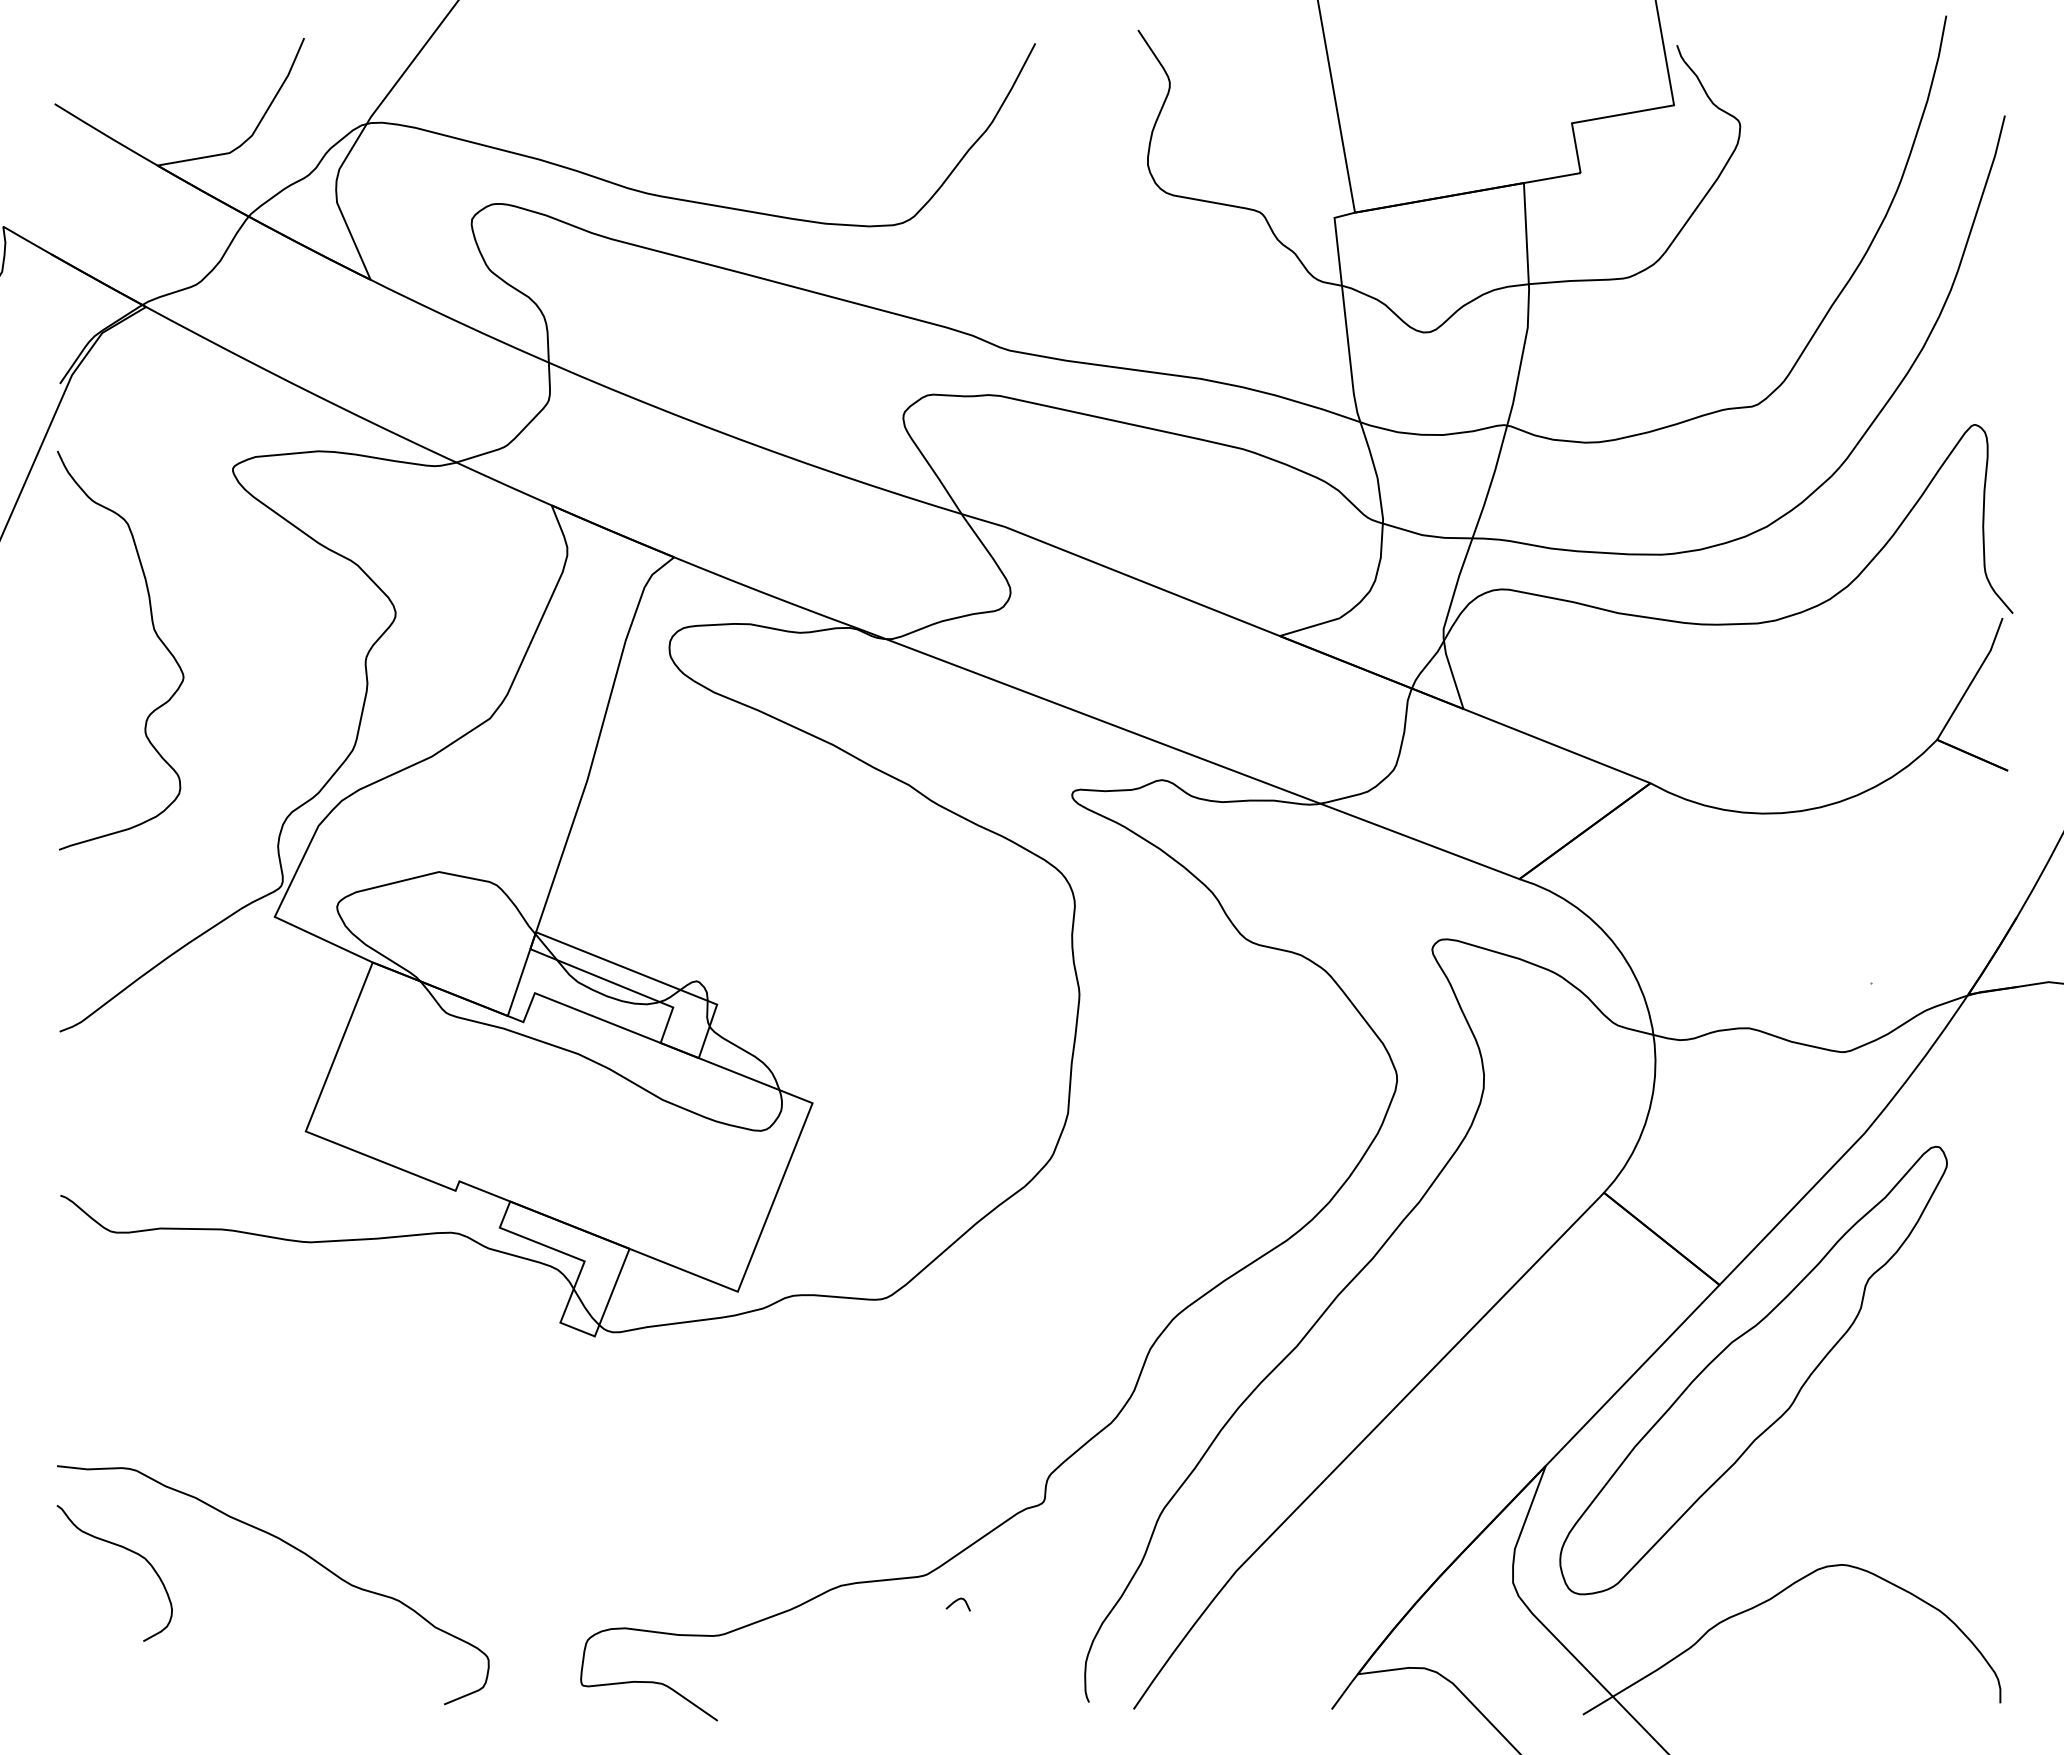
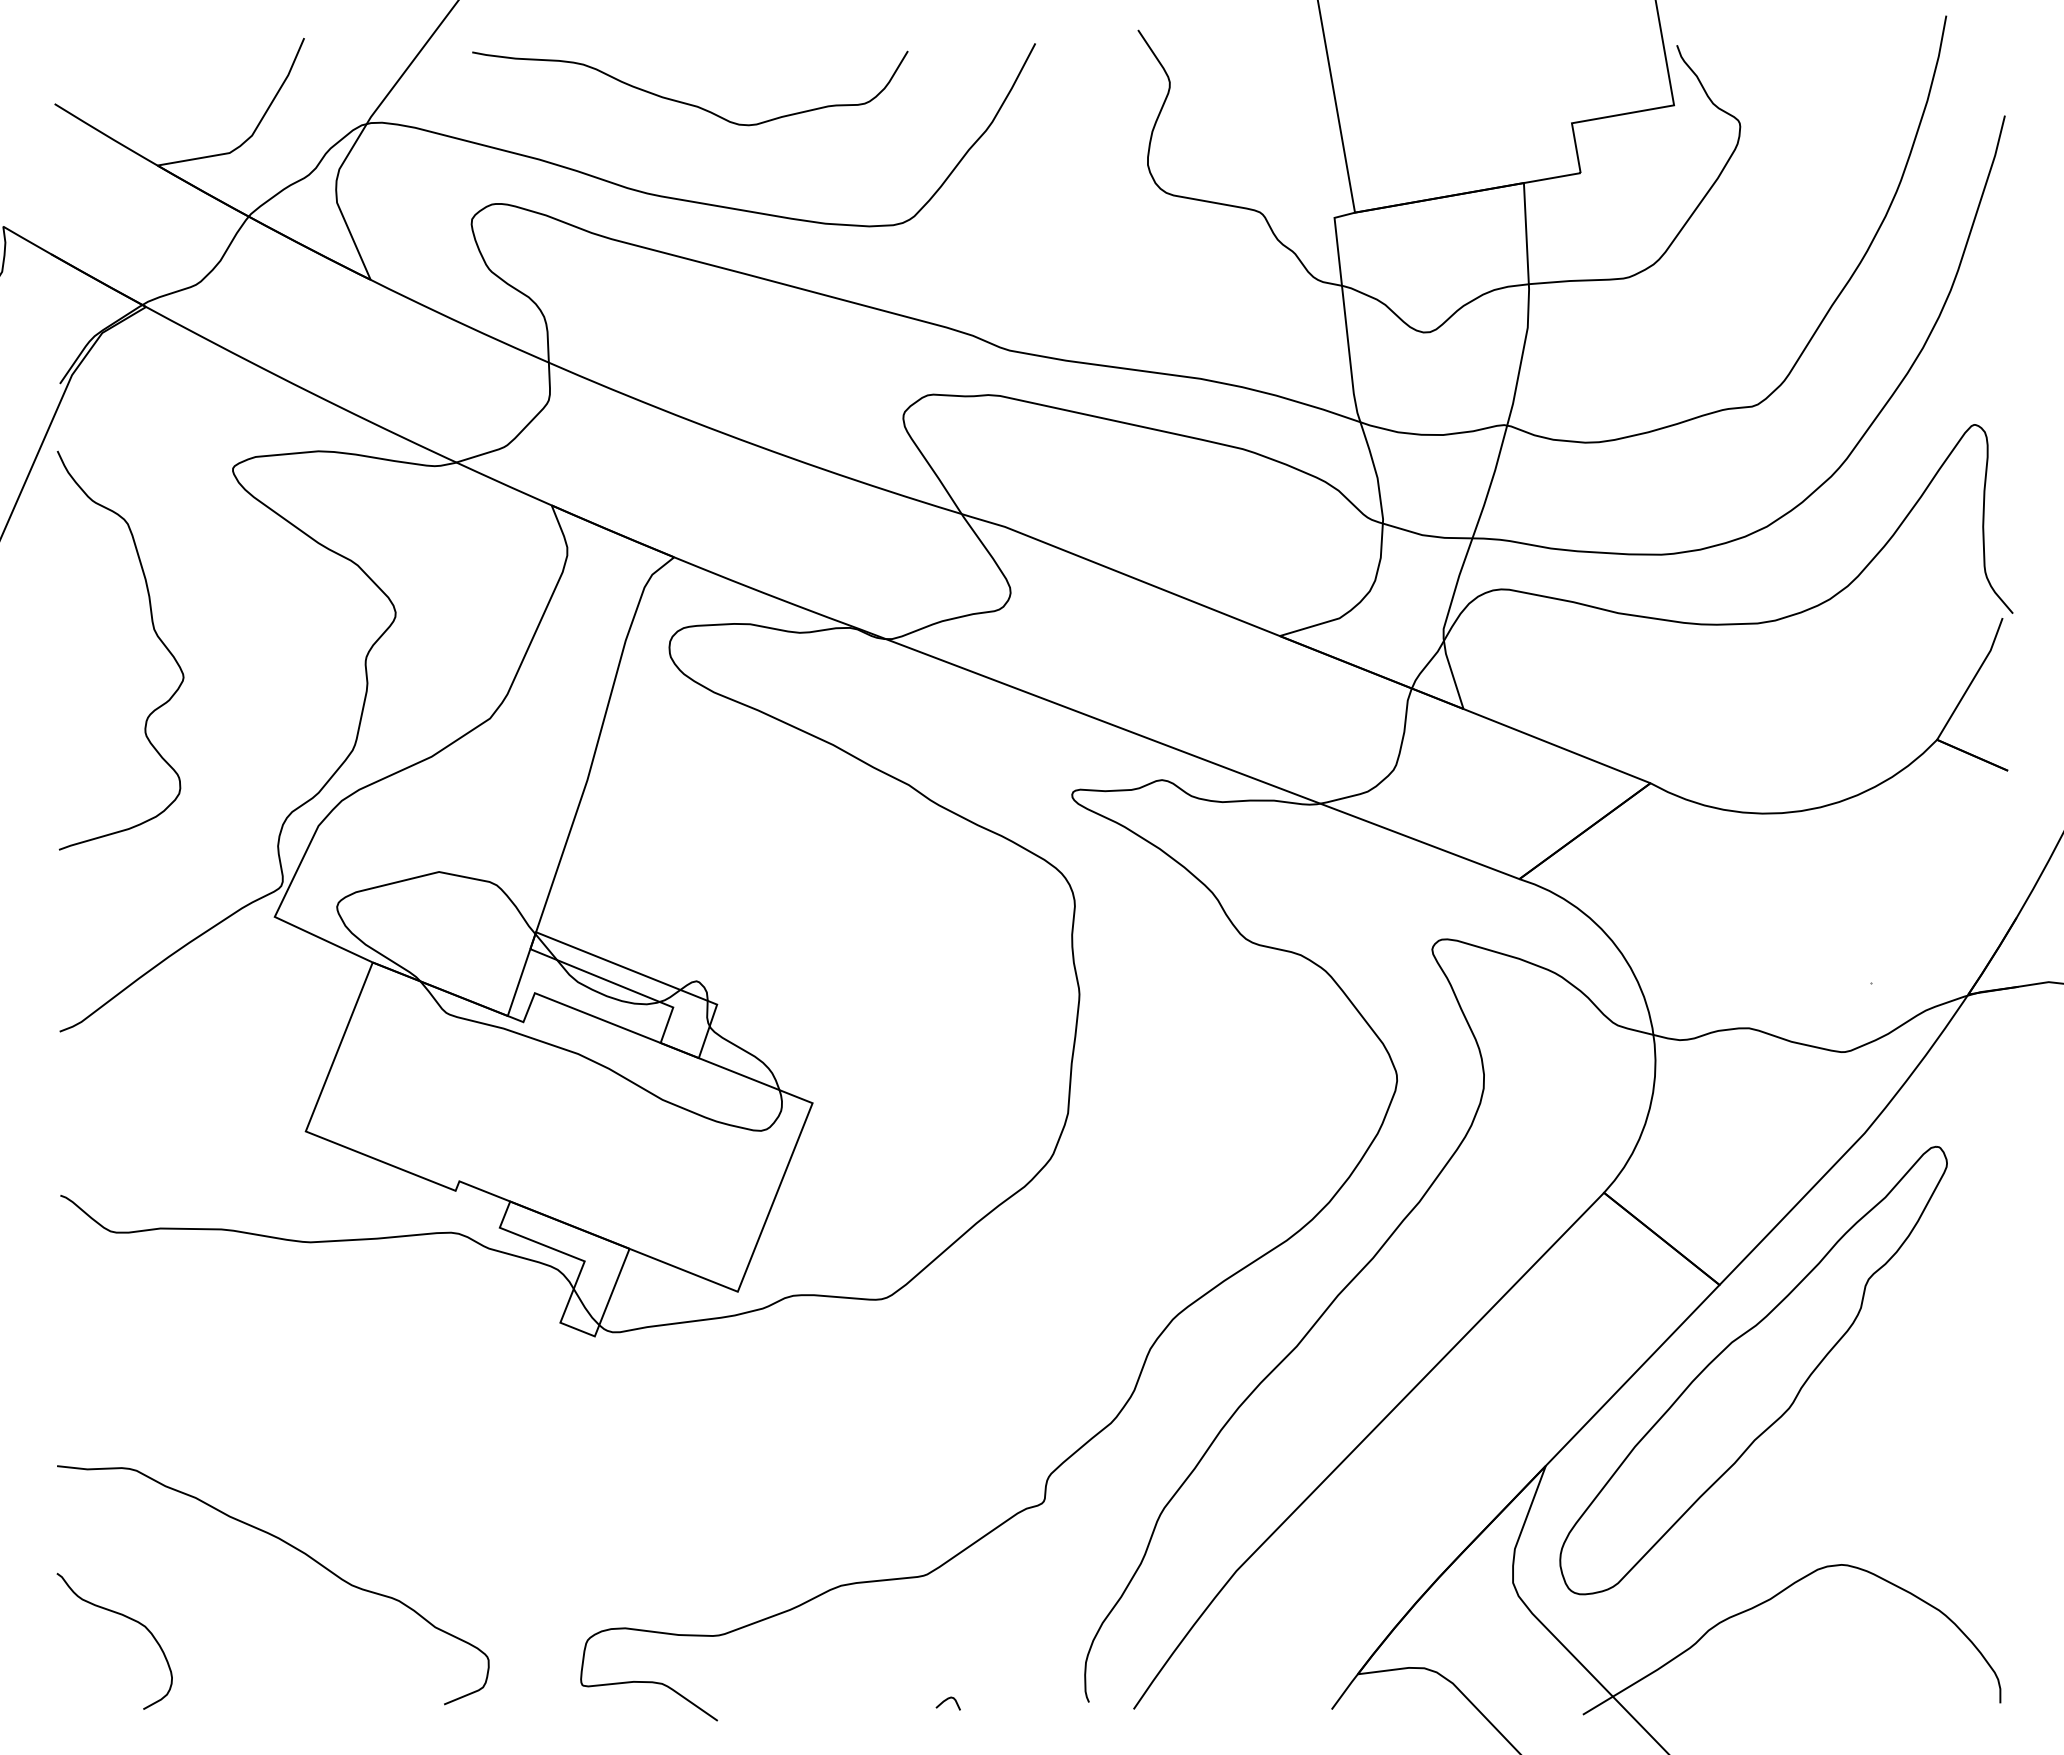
curve at (686, 102): none -> present
curve at (125, 1549) position: (125, 1549) -> (125, 1617)
curve at (955, 1602) position: (955, 1602) -> (945, 1701)
